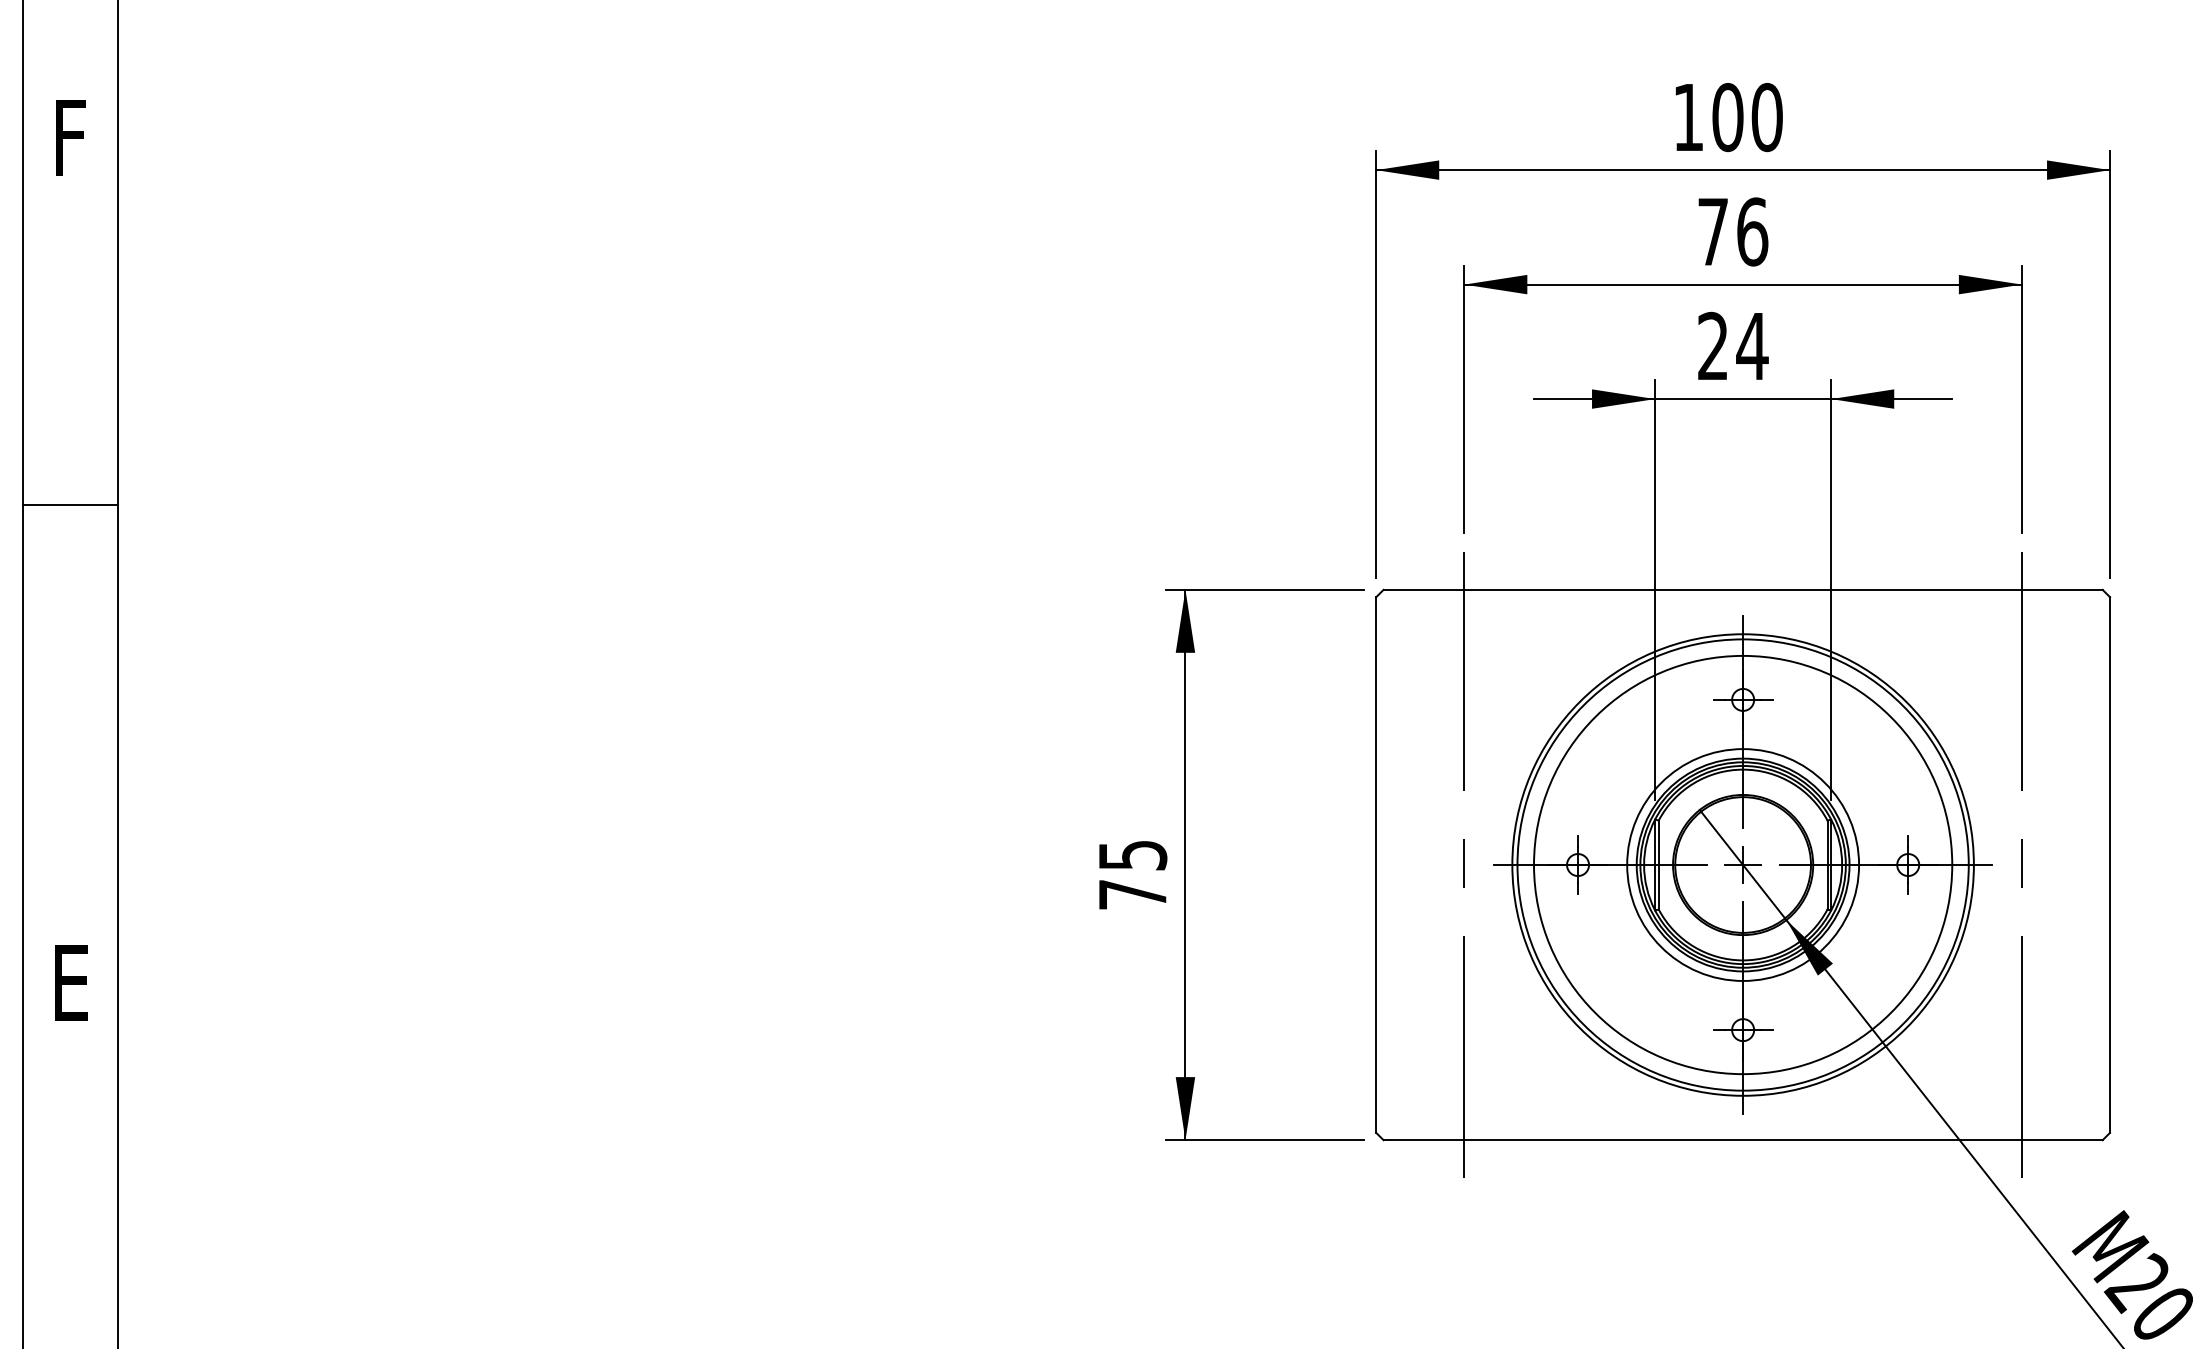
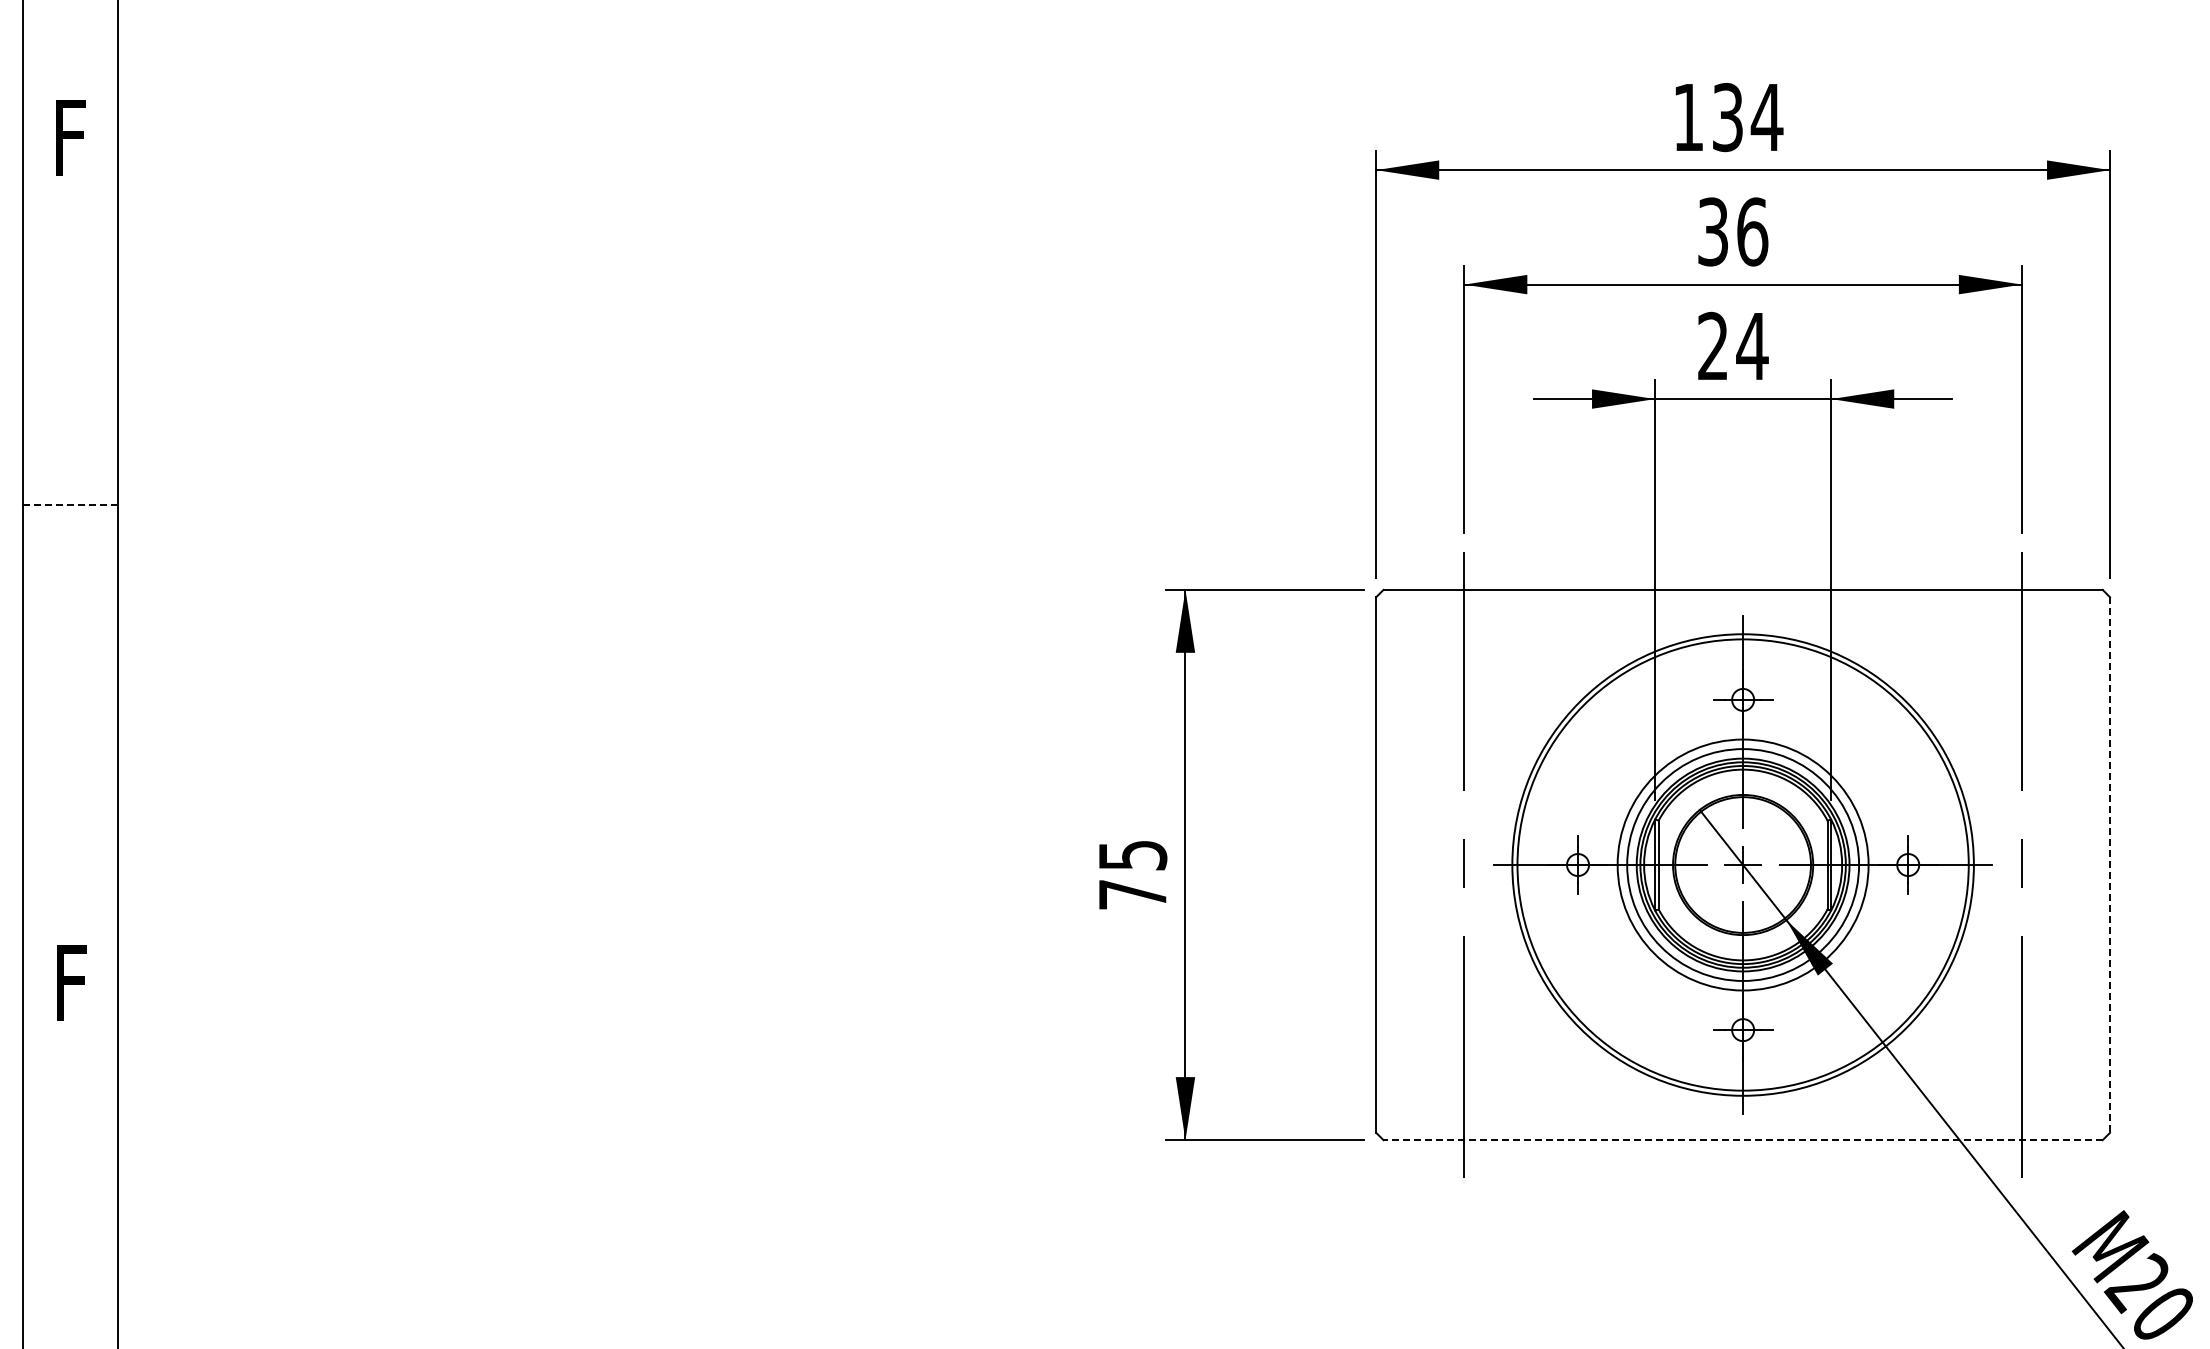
text at (1747, 117): 100 -> 134
text at (1712, 231): 76 -> 36
line at (70, 505): solid -> dashed
circle at (1743, 864) diameter: 418 px -> 251 px
line at (2110, 865): solid -> dashed
text at (71, 982): E -> F
line at (1743, 1140): solid -> dashed
